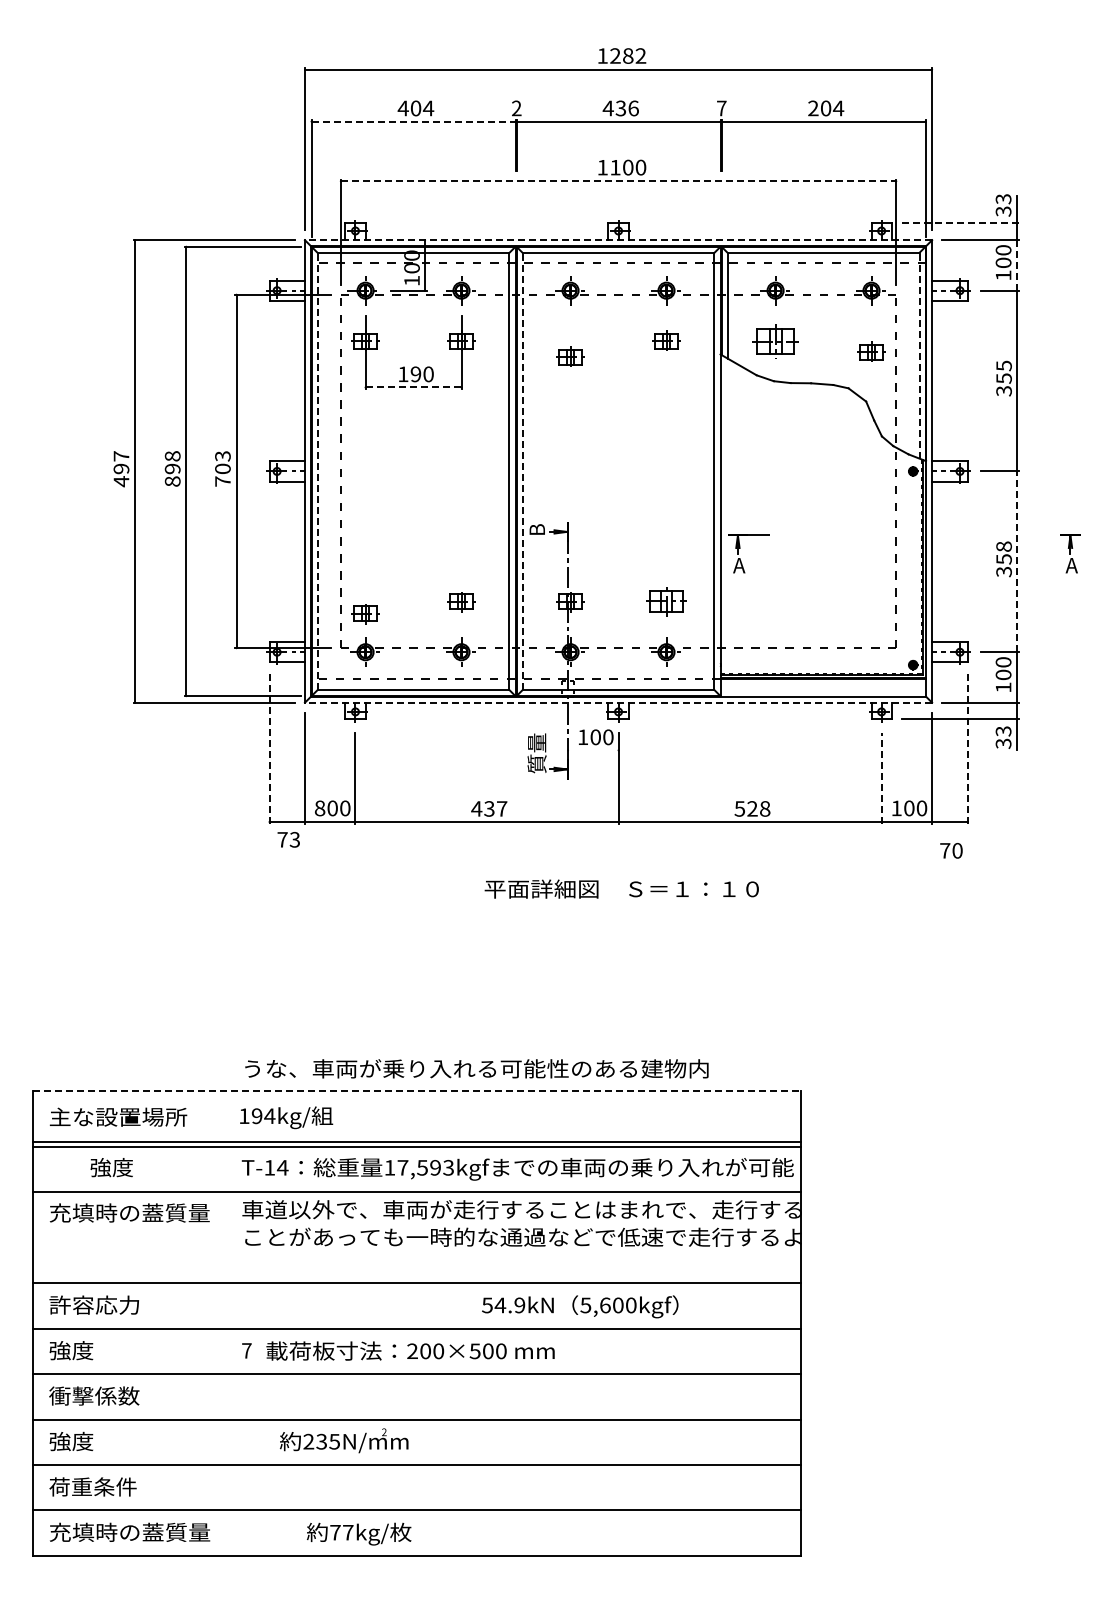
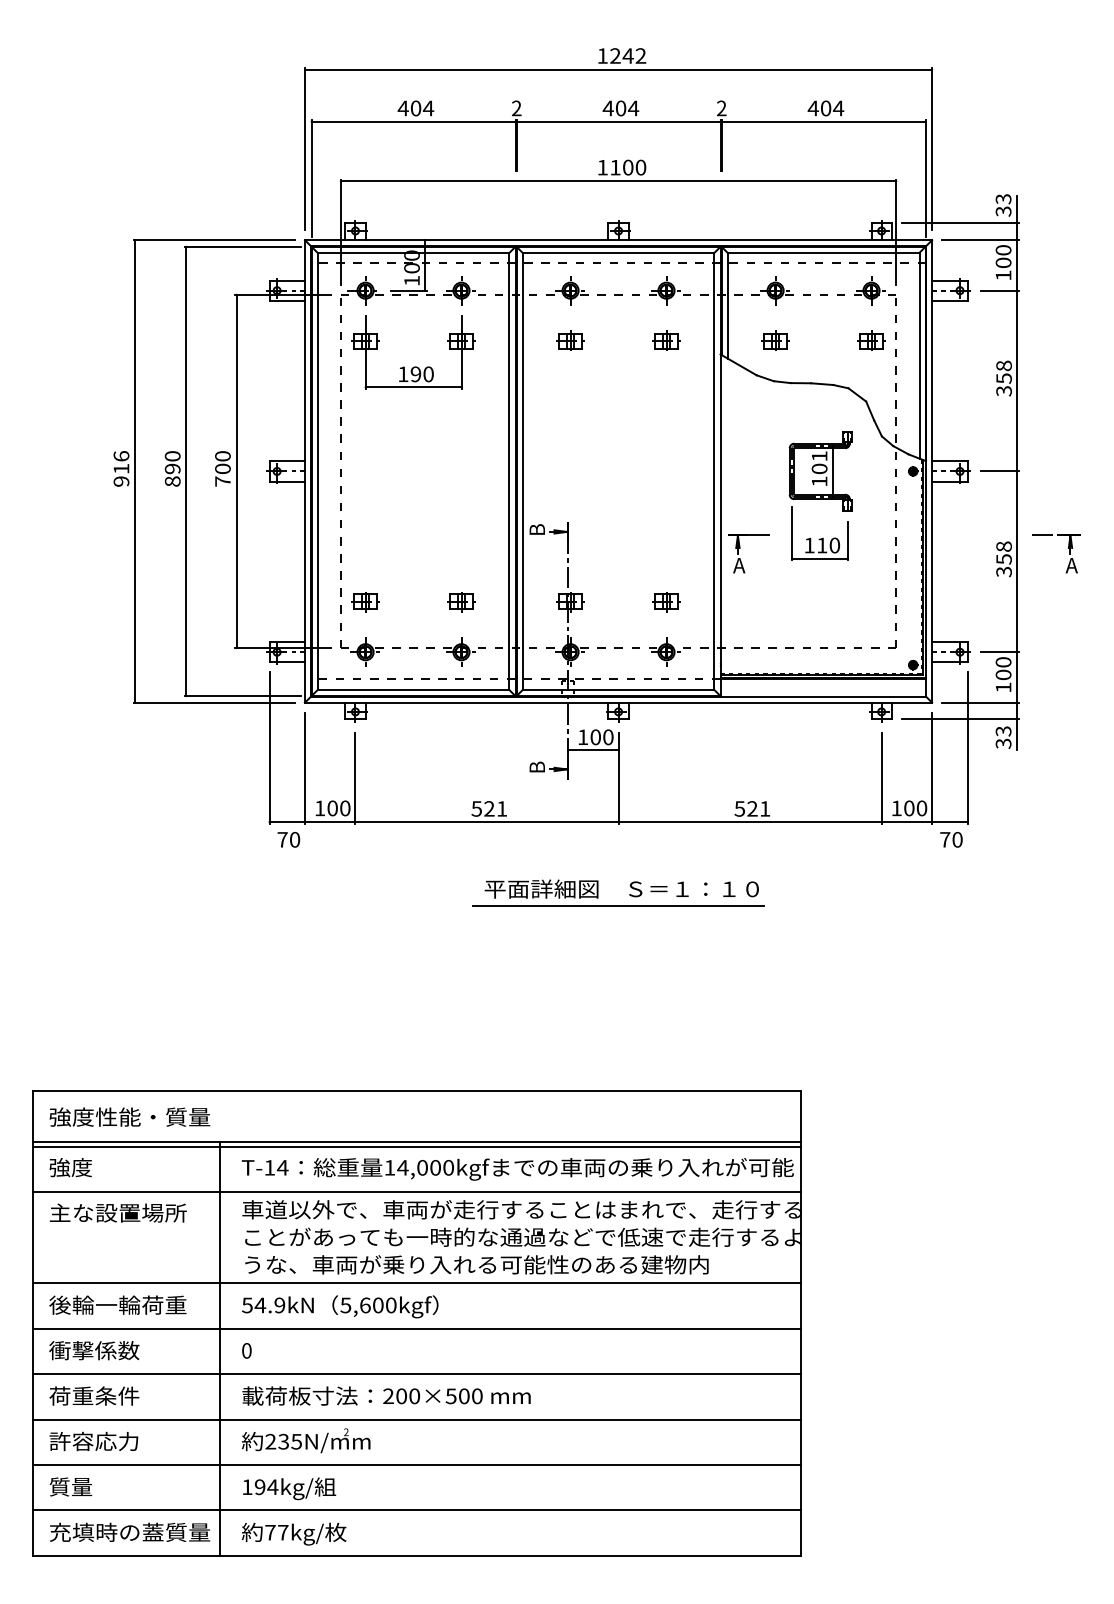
text at (627, 55): 1282 -> 1242
text at (627, 108): 436 -> 404
text at (721, 108): 7 -> 2
text at (812, 108): 204 -> 404
line at (413, 121): dashed -> solid
line at (618, 181): dashed -> solid
line at (959, 223): dashed -> solid
line at (618, 240): dashed -> solid
line at (1017, 265): dashed -> solid
part at (775, 341) size: 47x35 px -> 29x21 px
part at (871, 351) position: (871, 351) -> (871, 340)
line at (919, 355): dashed -> solid
part at (570, 356) position: (570, 356) -> (570, 340)
text at (1003, 365): 355 -> 358
line at (413, 387): dashed -> solid
text at (172, 456): 898 -> 890
text at (222, 456): 703 -> 700
text at (121, 469): 497 -> 916
line at (317, 471): dashed -> solid
line at (522, 471): dashed -> solid
part at (820, 495): none -> present
line at (1045, 534): none -> present
line at (1017, 561): dashed -> solid
part at (666, 601) size: 41x30 px -> 29x21 px
part at (365, 614) position: (365, 614) -> (365, 602)
line at (618, 702): dashed -> solid
line at (269, 747): dashed -> solid
line at (967, 747): dashed -> solid
line at (593, 750): none -> present
text at (536, 753): 質量 -> B
line at (881, 777): dashed -> solid
text at (319, 808): 800 -> 100
text at (489, 808): 437 -> 521
text at (765, 808): 528 -> 521
text at (294, 839): 73 -> 70
text at (951, 850) position: (951, 850) -> (951, 839)
line at (618, 906): none -> present
text at (476, 1068) position: (476, 1068) -> (476, 1264)
line at (417, 1091): dashed -> solid
text at (129, 1116): 主な設置場所 -> 強度性能・質量
text at (286, 1117) position: (286, 1117) -> (289, 1488)
text at (111, 1167) position: (111, 1167) -> (70, 1167)
text at (425, 1167): 17,593kgf -> 14,000kgf
text at (129, 1212): 充填時の蓋質量 -> 主な設置場所
text at (117, 1304): 許容応力 -> 後輪一輪荷重
text at (580, 1306) position: (580, 1306) -> (340, 1306)
line at (220, 1348): none -> present
text at (94, 1350): 強度 -> 衝撃係数
text at (246, 1350): 7 -> 0
text at (410, 1350) position: (410, 1350) -> (386, 1395)
text at (94, 1395): 衝撃係数 -> 荷重条件
text at (344, 1440) position: (344, 1440) -> (306, 1440)
text at (93, 1441): 強度 -> 許容応力
text at (92, 1486): 荷重条件 -> 質量
text at (359, 1533) position: (359, 1533) -> (294, 1533)
